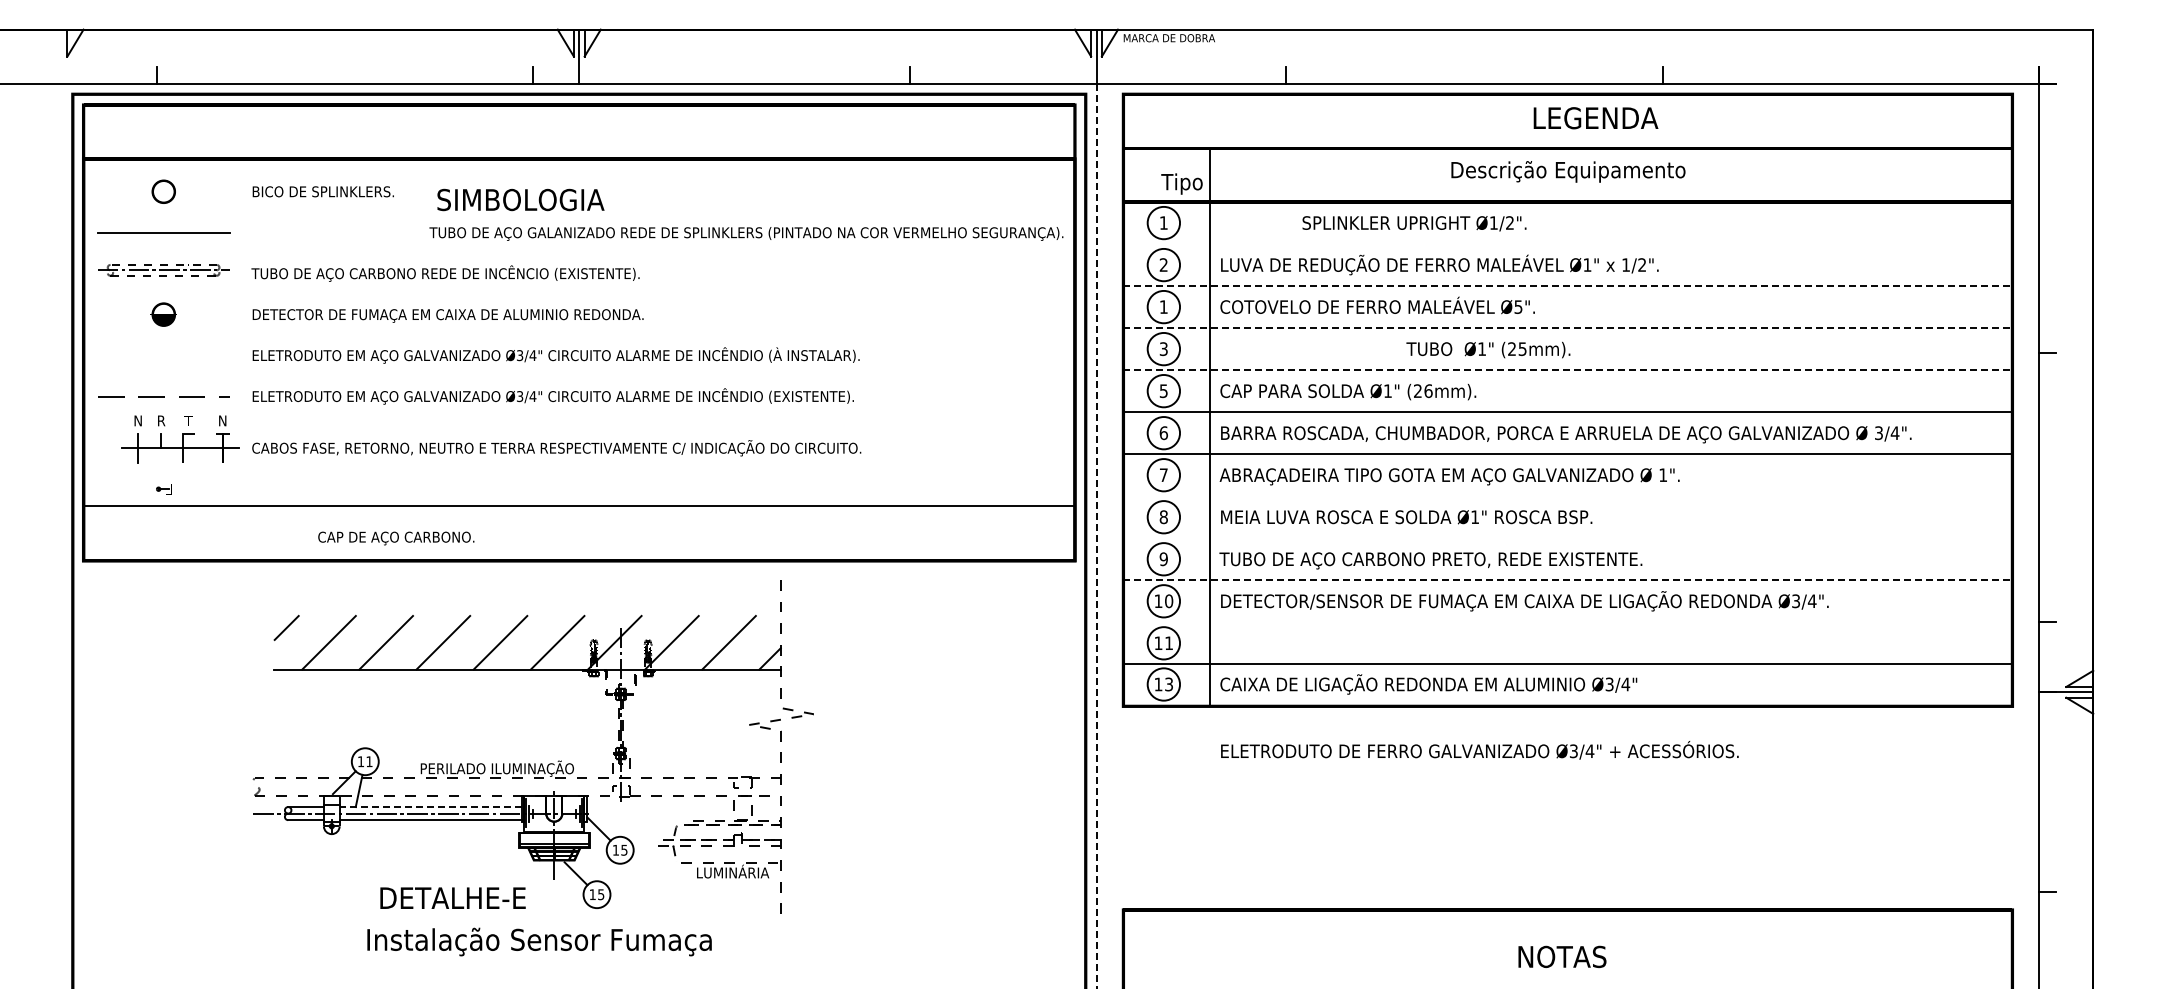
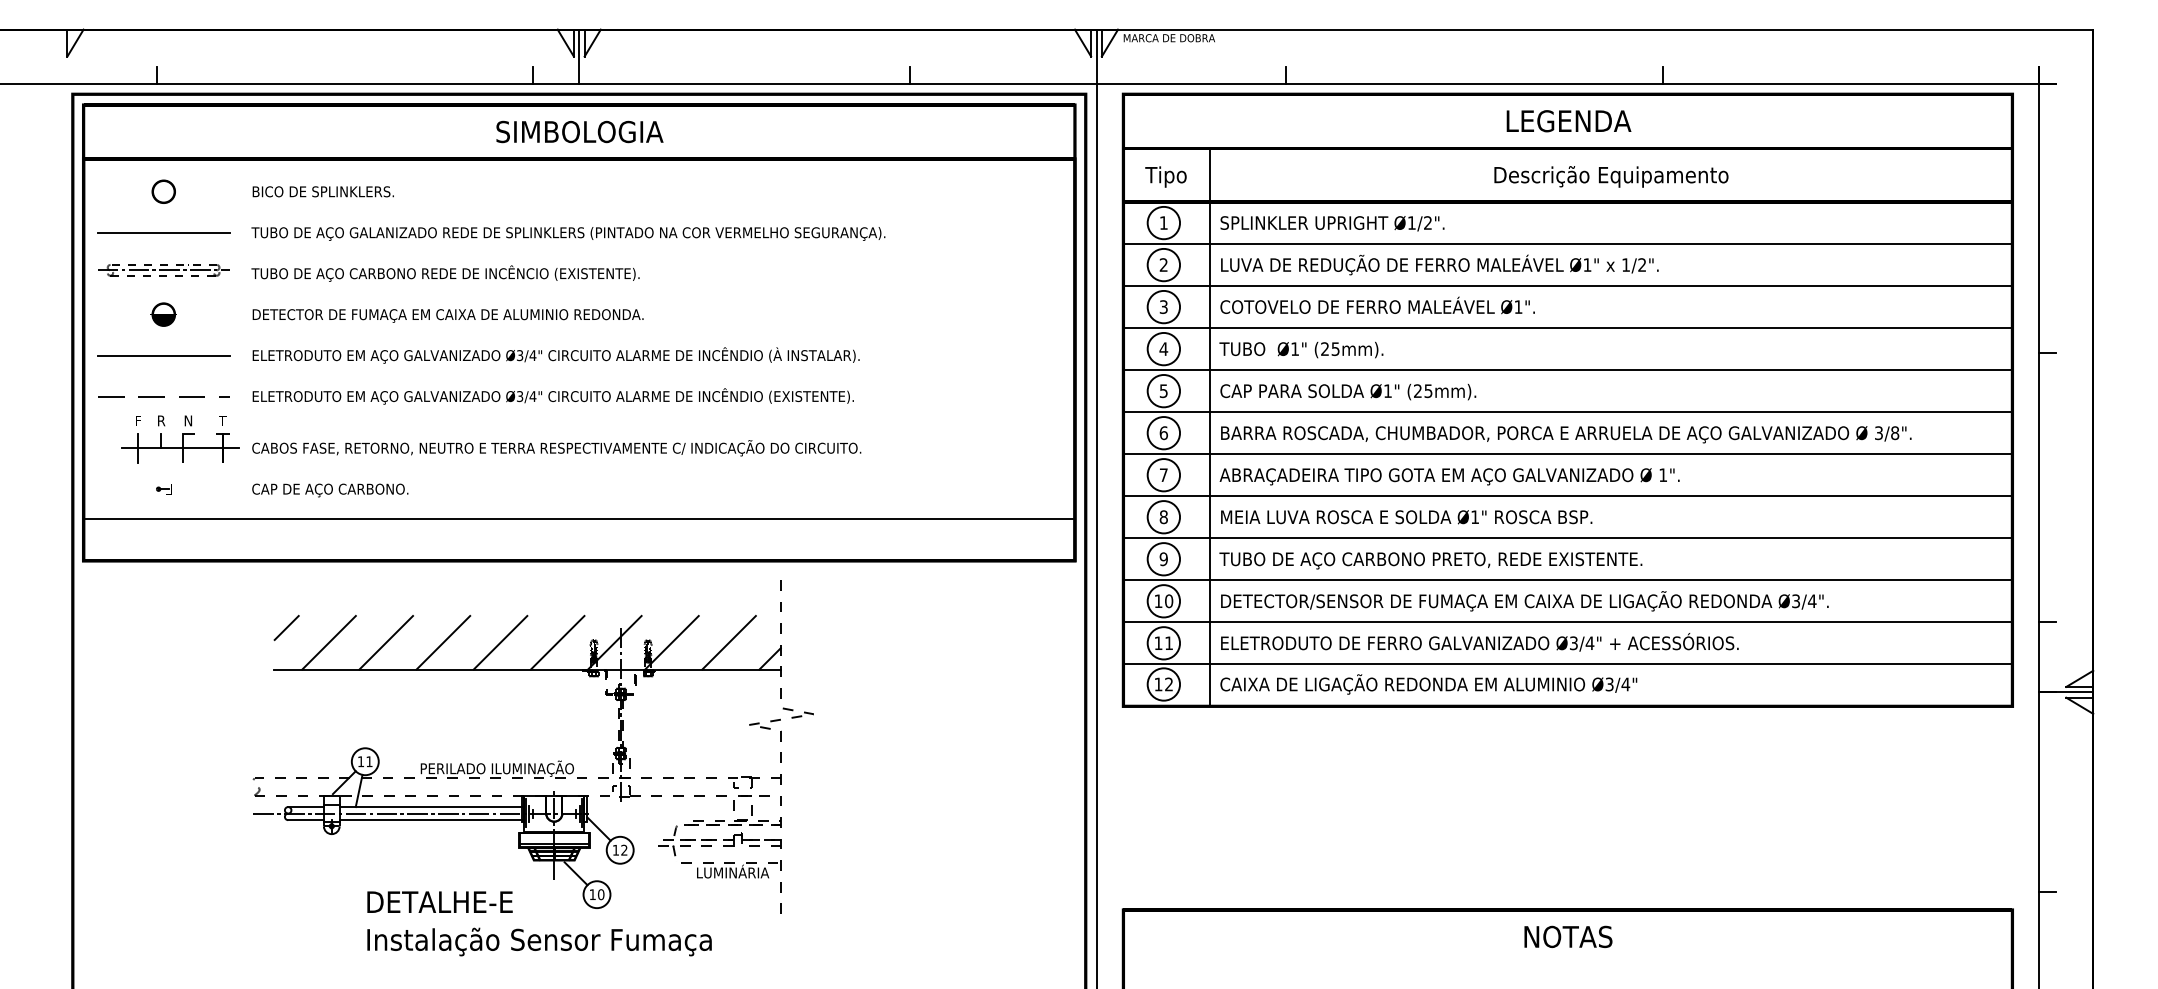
text at (1595, 118) position: (1595, 118) -> (1568, 121)
text at (1568, 171) position: (1568, 171) -> (1611, 176)
text at (1181, 183) position: (1181, 183) -> (1165, 176)
text at (520, 199) position: (520, 199) -> (579, 131)
text at (1414, 223) position: (1414, 223) -> (1332, 223)
text at (746, 233) position: (746, 233) -> (568, 233)
line at (1567, 244): none -> present
line at (1568, 286): dashed -> solid
text at (1163, 306): 1 -> 3
text at (1518, 306): Ø5". -> Ø1".
line at (1568, 328): dashed -> solid
text at (1163, 349): 3 -> 4
text at (1488, 349) position: (1488, 349) -> (1301, 349)
line at (163, 355): none -> present
line at (1568, 370): dashed -> solid
text at (1428, 391): (26mm). -> (25mm).
text at (137, 420): N -> F
text at (188, 420): T -> N
text at (222, 420): N -> T
text at (1894, 433): 3/4". -> 3/8".
line at (1567, 496): none -> present
line at (578, 505) position: (578, 505) -> (578, 518)
line at (1096, 536): dashed -> solid
text at (396, 538) position: (396, 538) -> (330, 490)
line at (1567, 538): none -> present
line at (1568, 580): dashed -> solid
line at (1567, 622): none -> present
text at (1168, 684): 13 -> 12
text at (1479, 750) position: (1479, 750) -> (1479, 642)
line at (430, 807): dashed -> solid
text at (624, 849): 15 -> 12
text at (601, 894): 15 -> 10
text at (452, 897) position: (452, 897) -> (439, 901)
text at (1562, 956) position: (1562, 956) -> (1568, 936)
